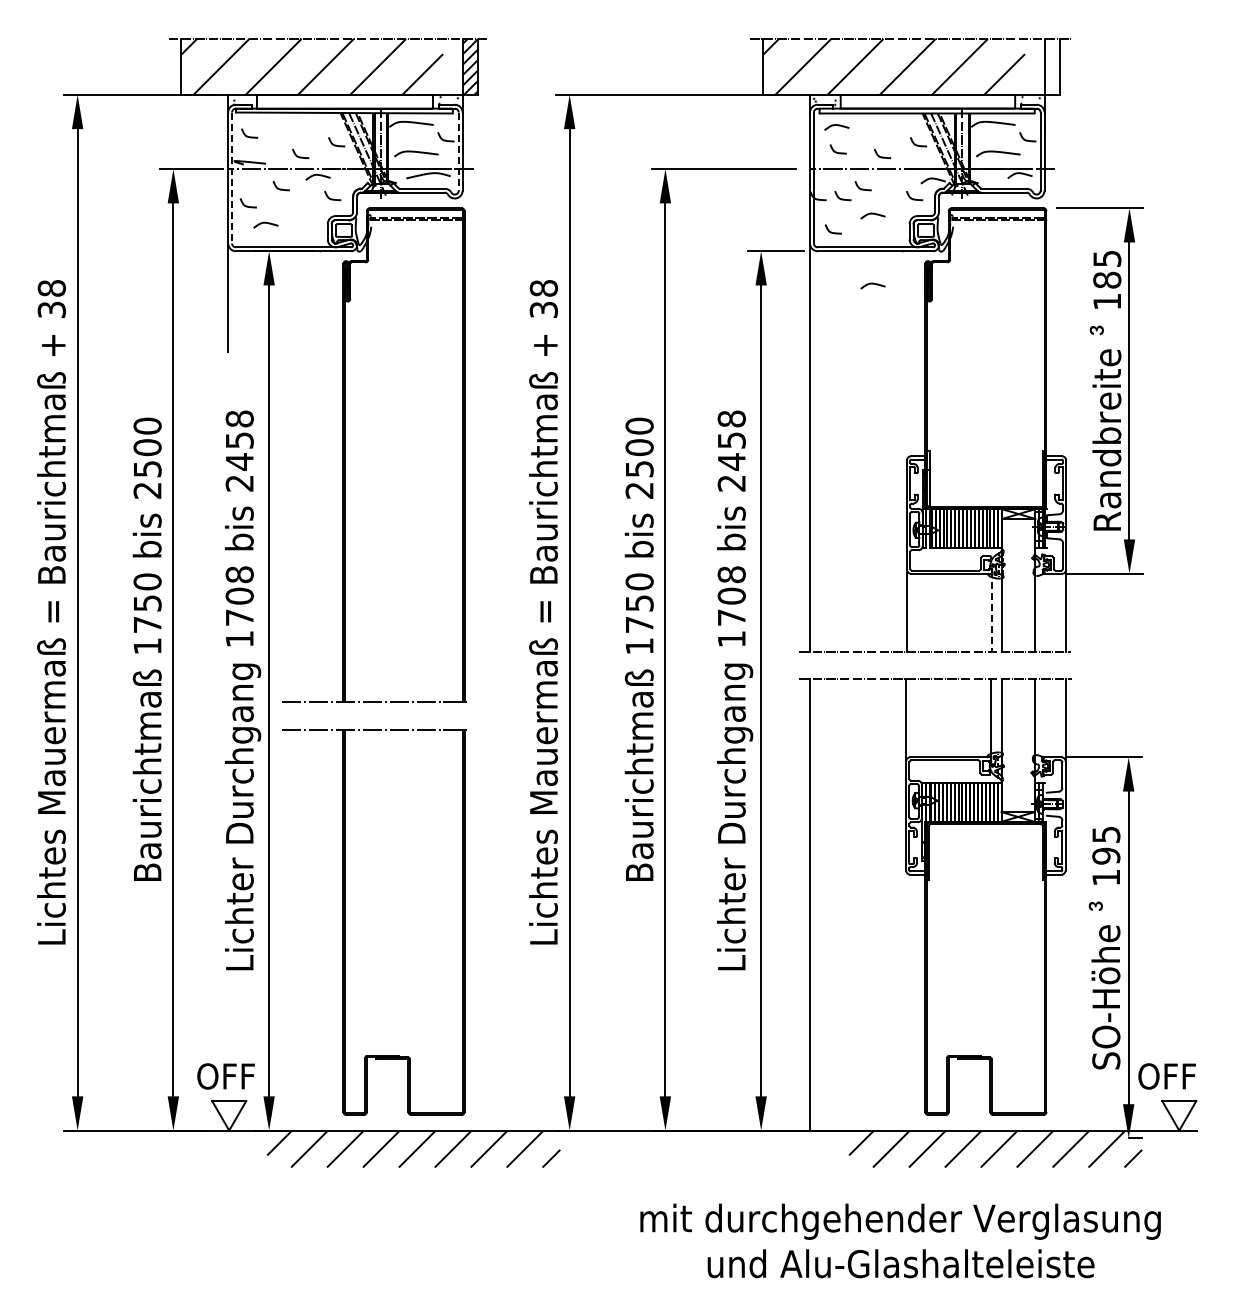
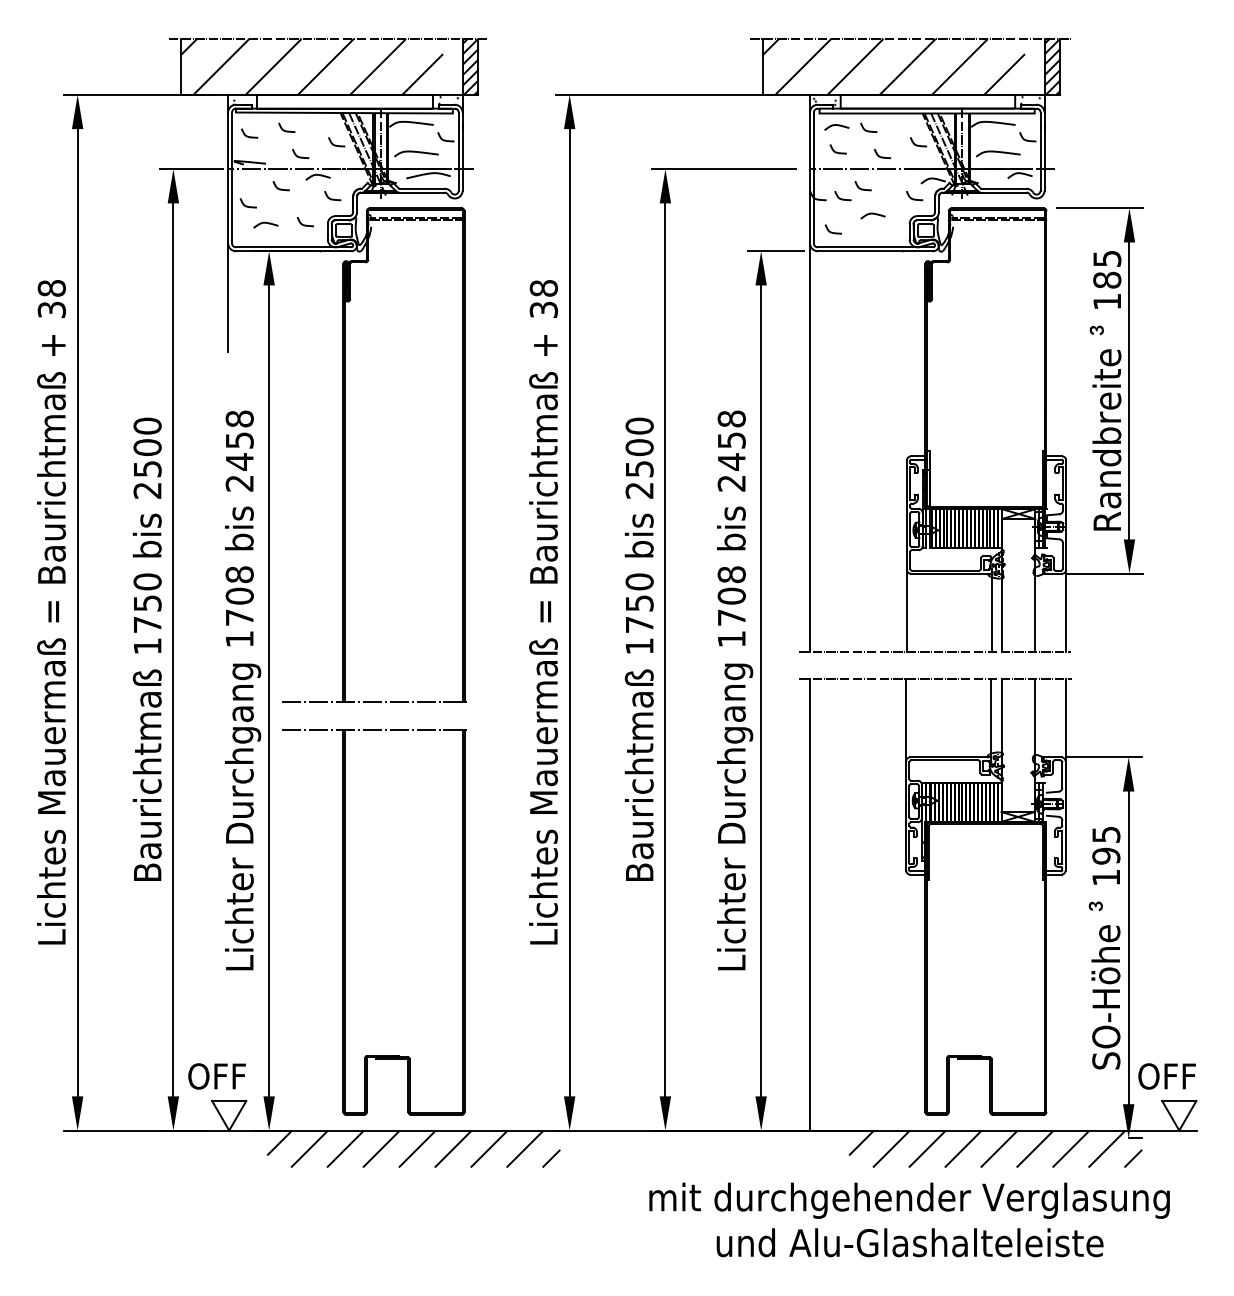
hatch at (1052, 66): none -> present
curve at (284, 129): none -> present
curve at (866, 129): none -> present
line at (458, 152): dashed -> solid
line at (232, 178): dashed -> solid
curve at (304, 224): none -> present
curve at (872, 284): present -> none
line at (991, 612): dashed -> solid
text at (225, 1076) position: (225, 1076) -> (216, 1076)
text at (900, 1240) position: (900, 1240) -> (909, 1219)
